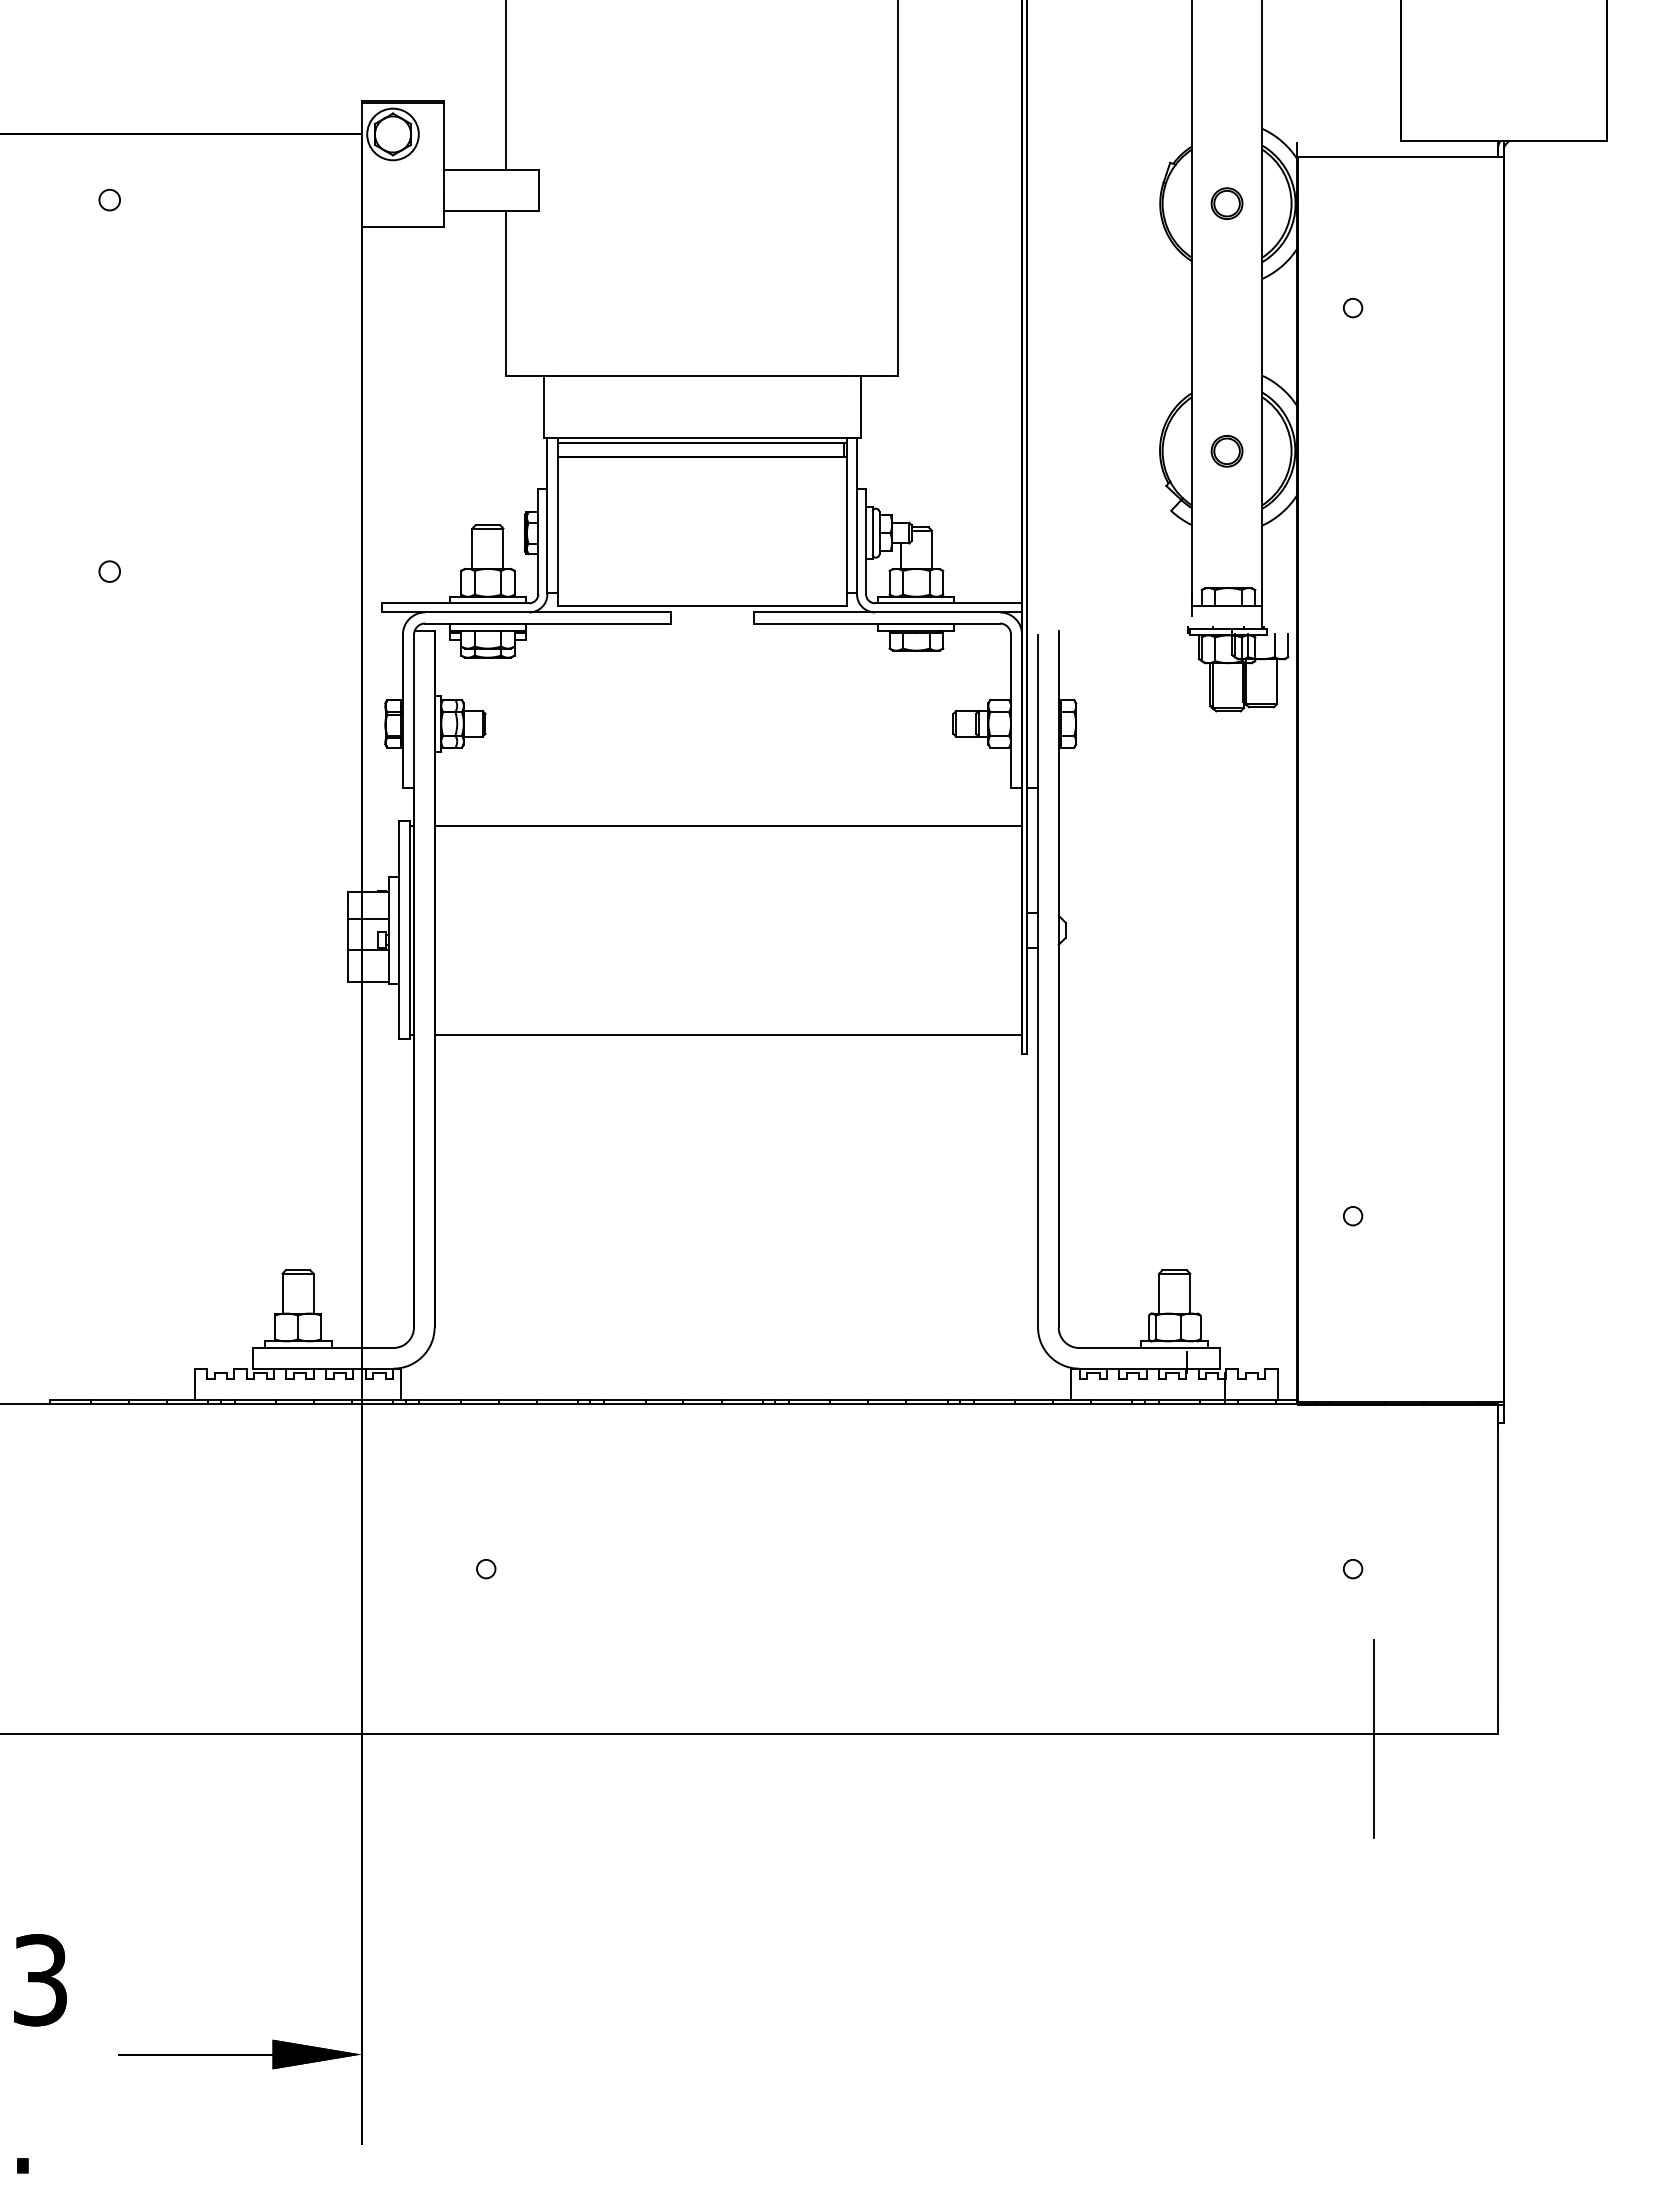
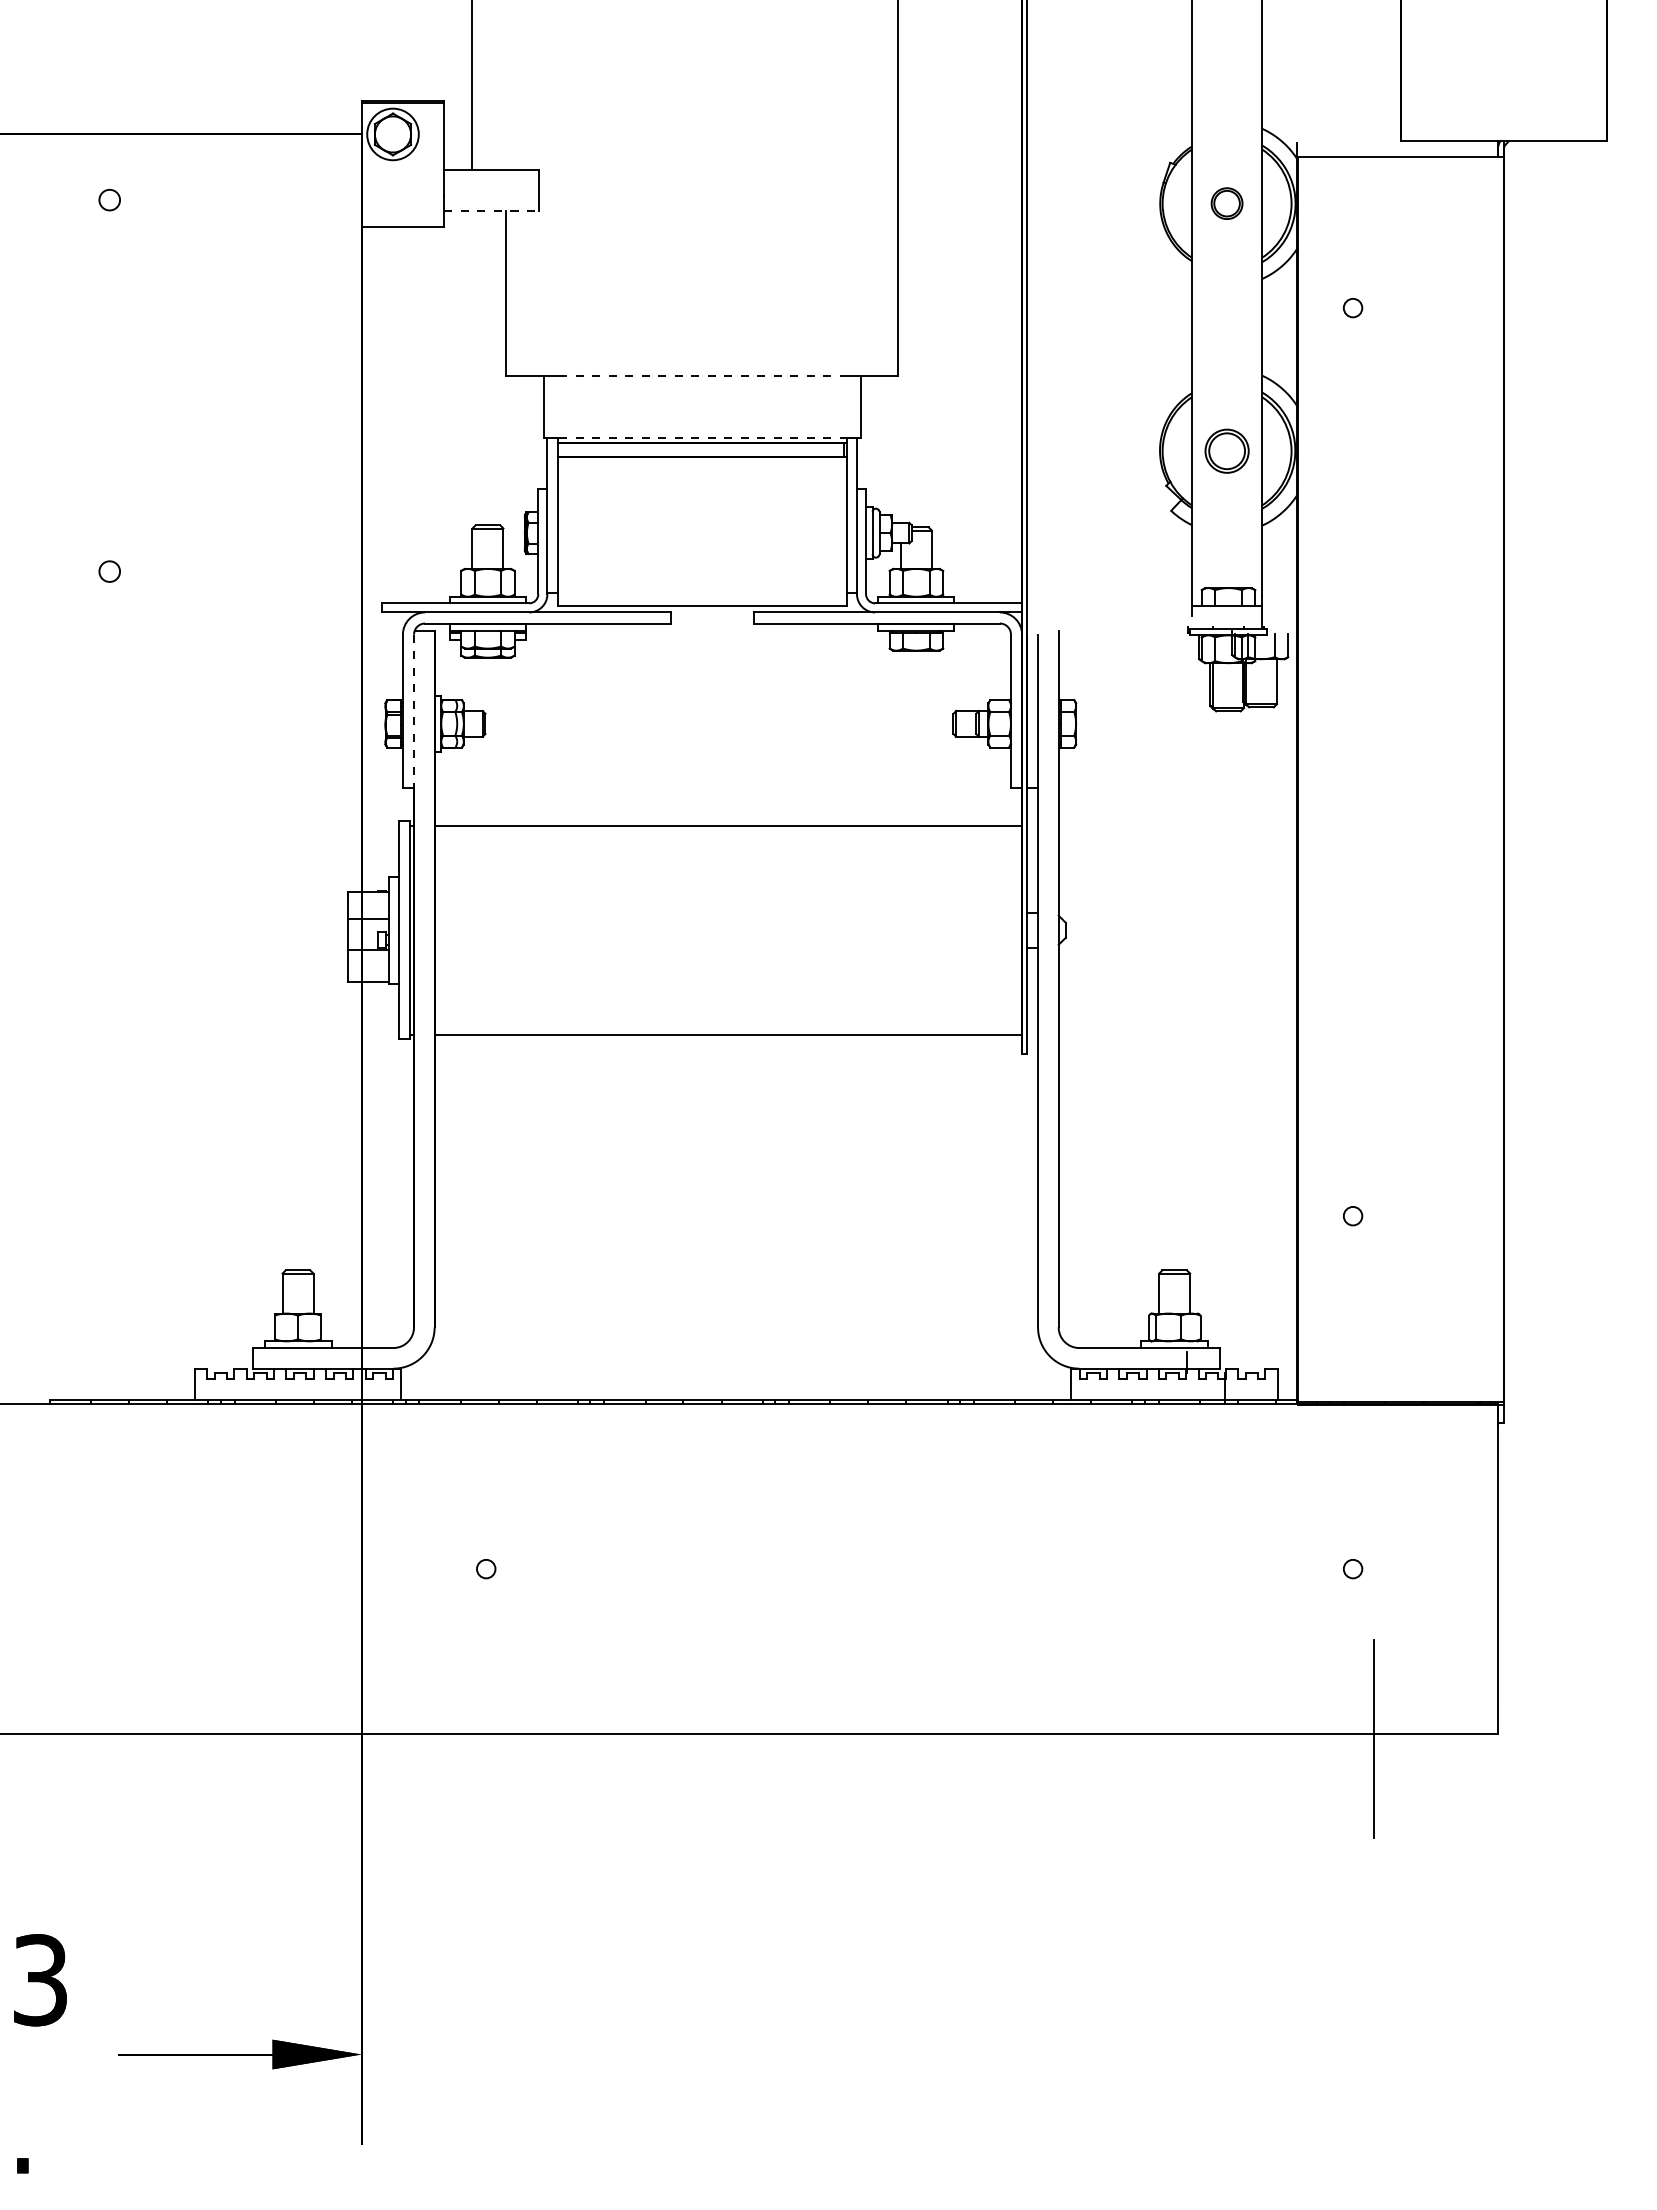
line at (506, 85) position: (506, 85) -> (472, 85)
line at (491, 211): solid -> dashed
line at (701, 376): solid -> dashed
line at (701, 438): solid -> dashed
part at (1226, 451) size: 34x33 px -> 46x46 px
line at (414, 711): solid -> dashed
